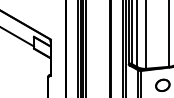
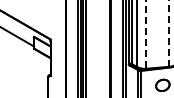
line at (169, 32): solid -> dashed
line at (146, 34): solid -> dashed
